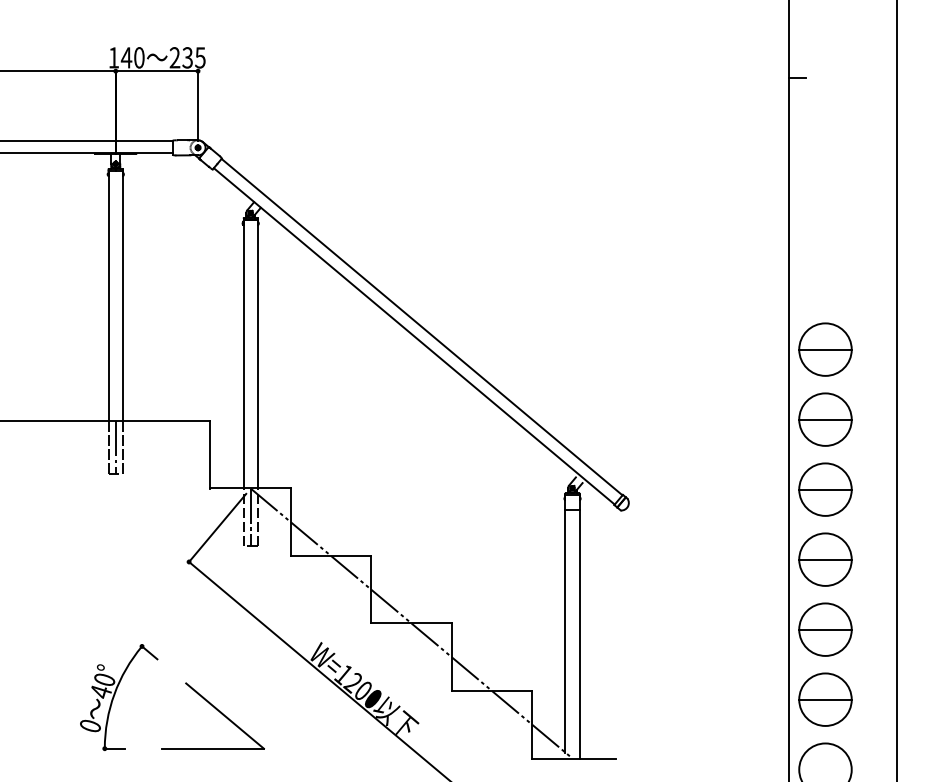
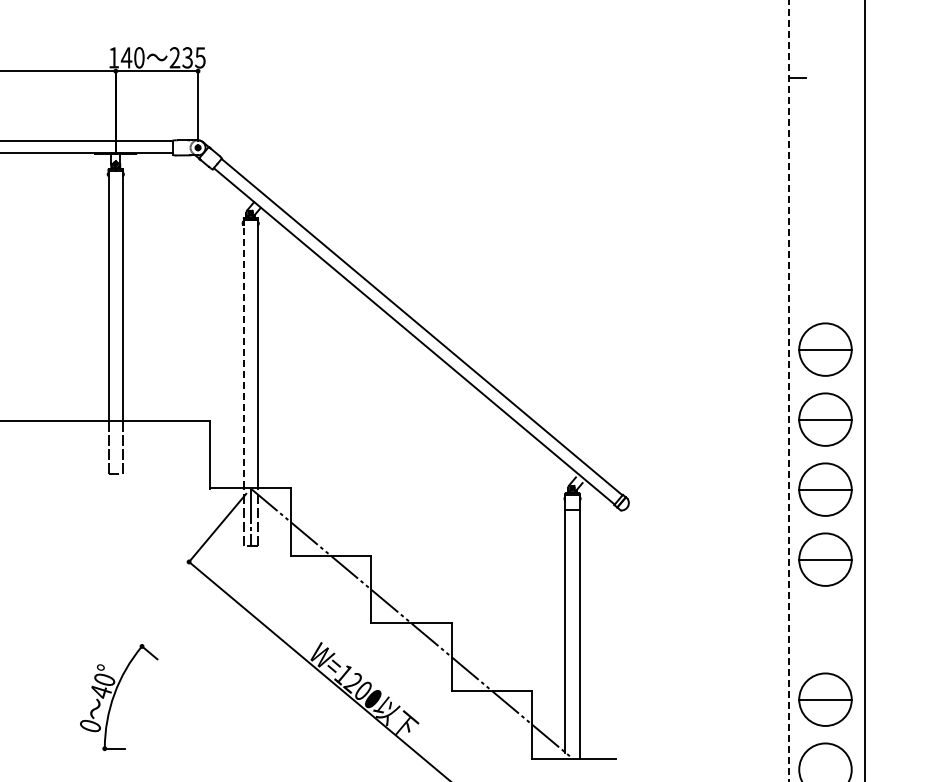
line at (243, 353): solid -> dashed
line at (897, 390) position: (897, 390) -> (865, 390)
line at (788, 391): solid -> dashed
line at (115, 447): present -> none
part at (825, 629): present -> none
part at (216, 710): present -> none
